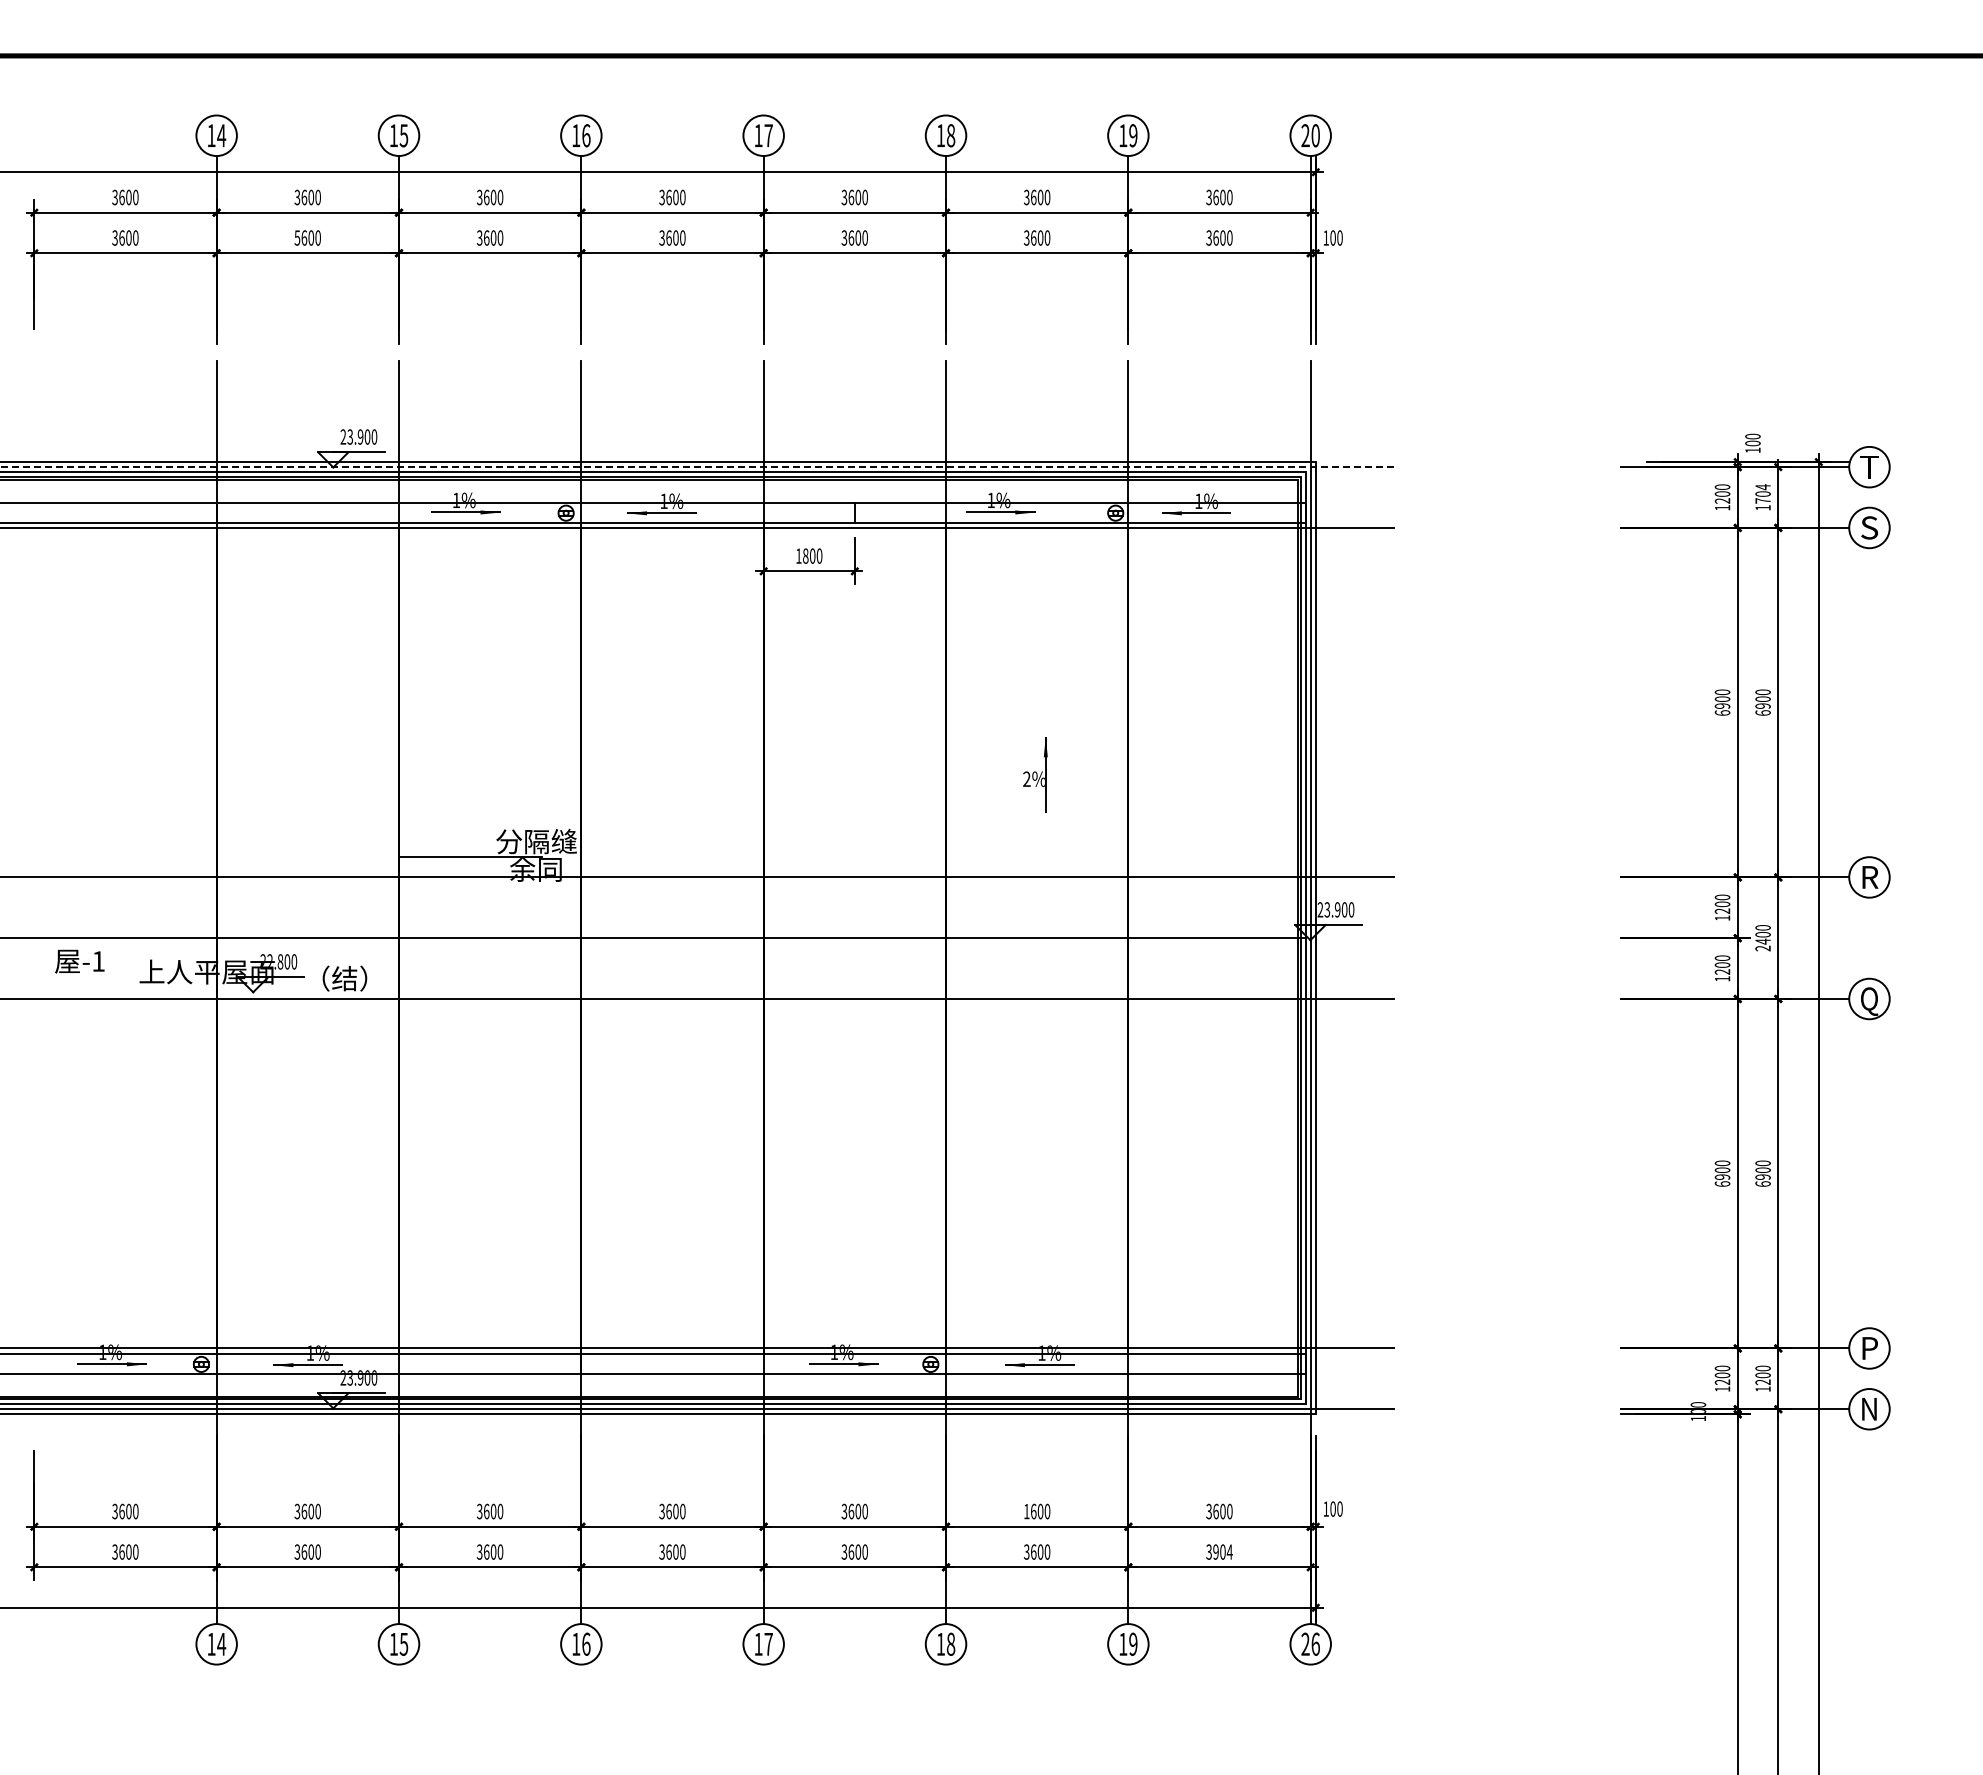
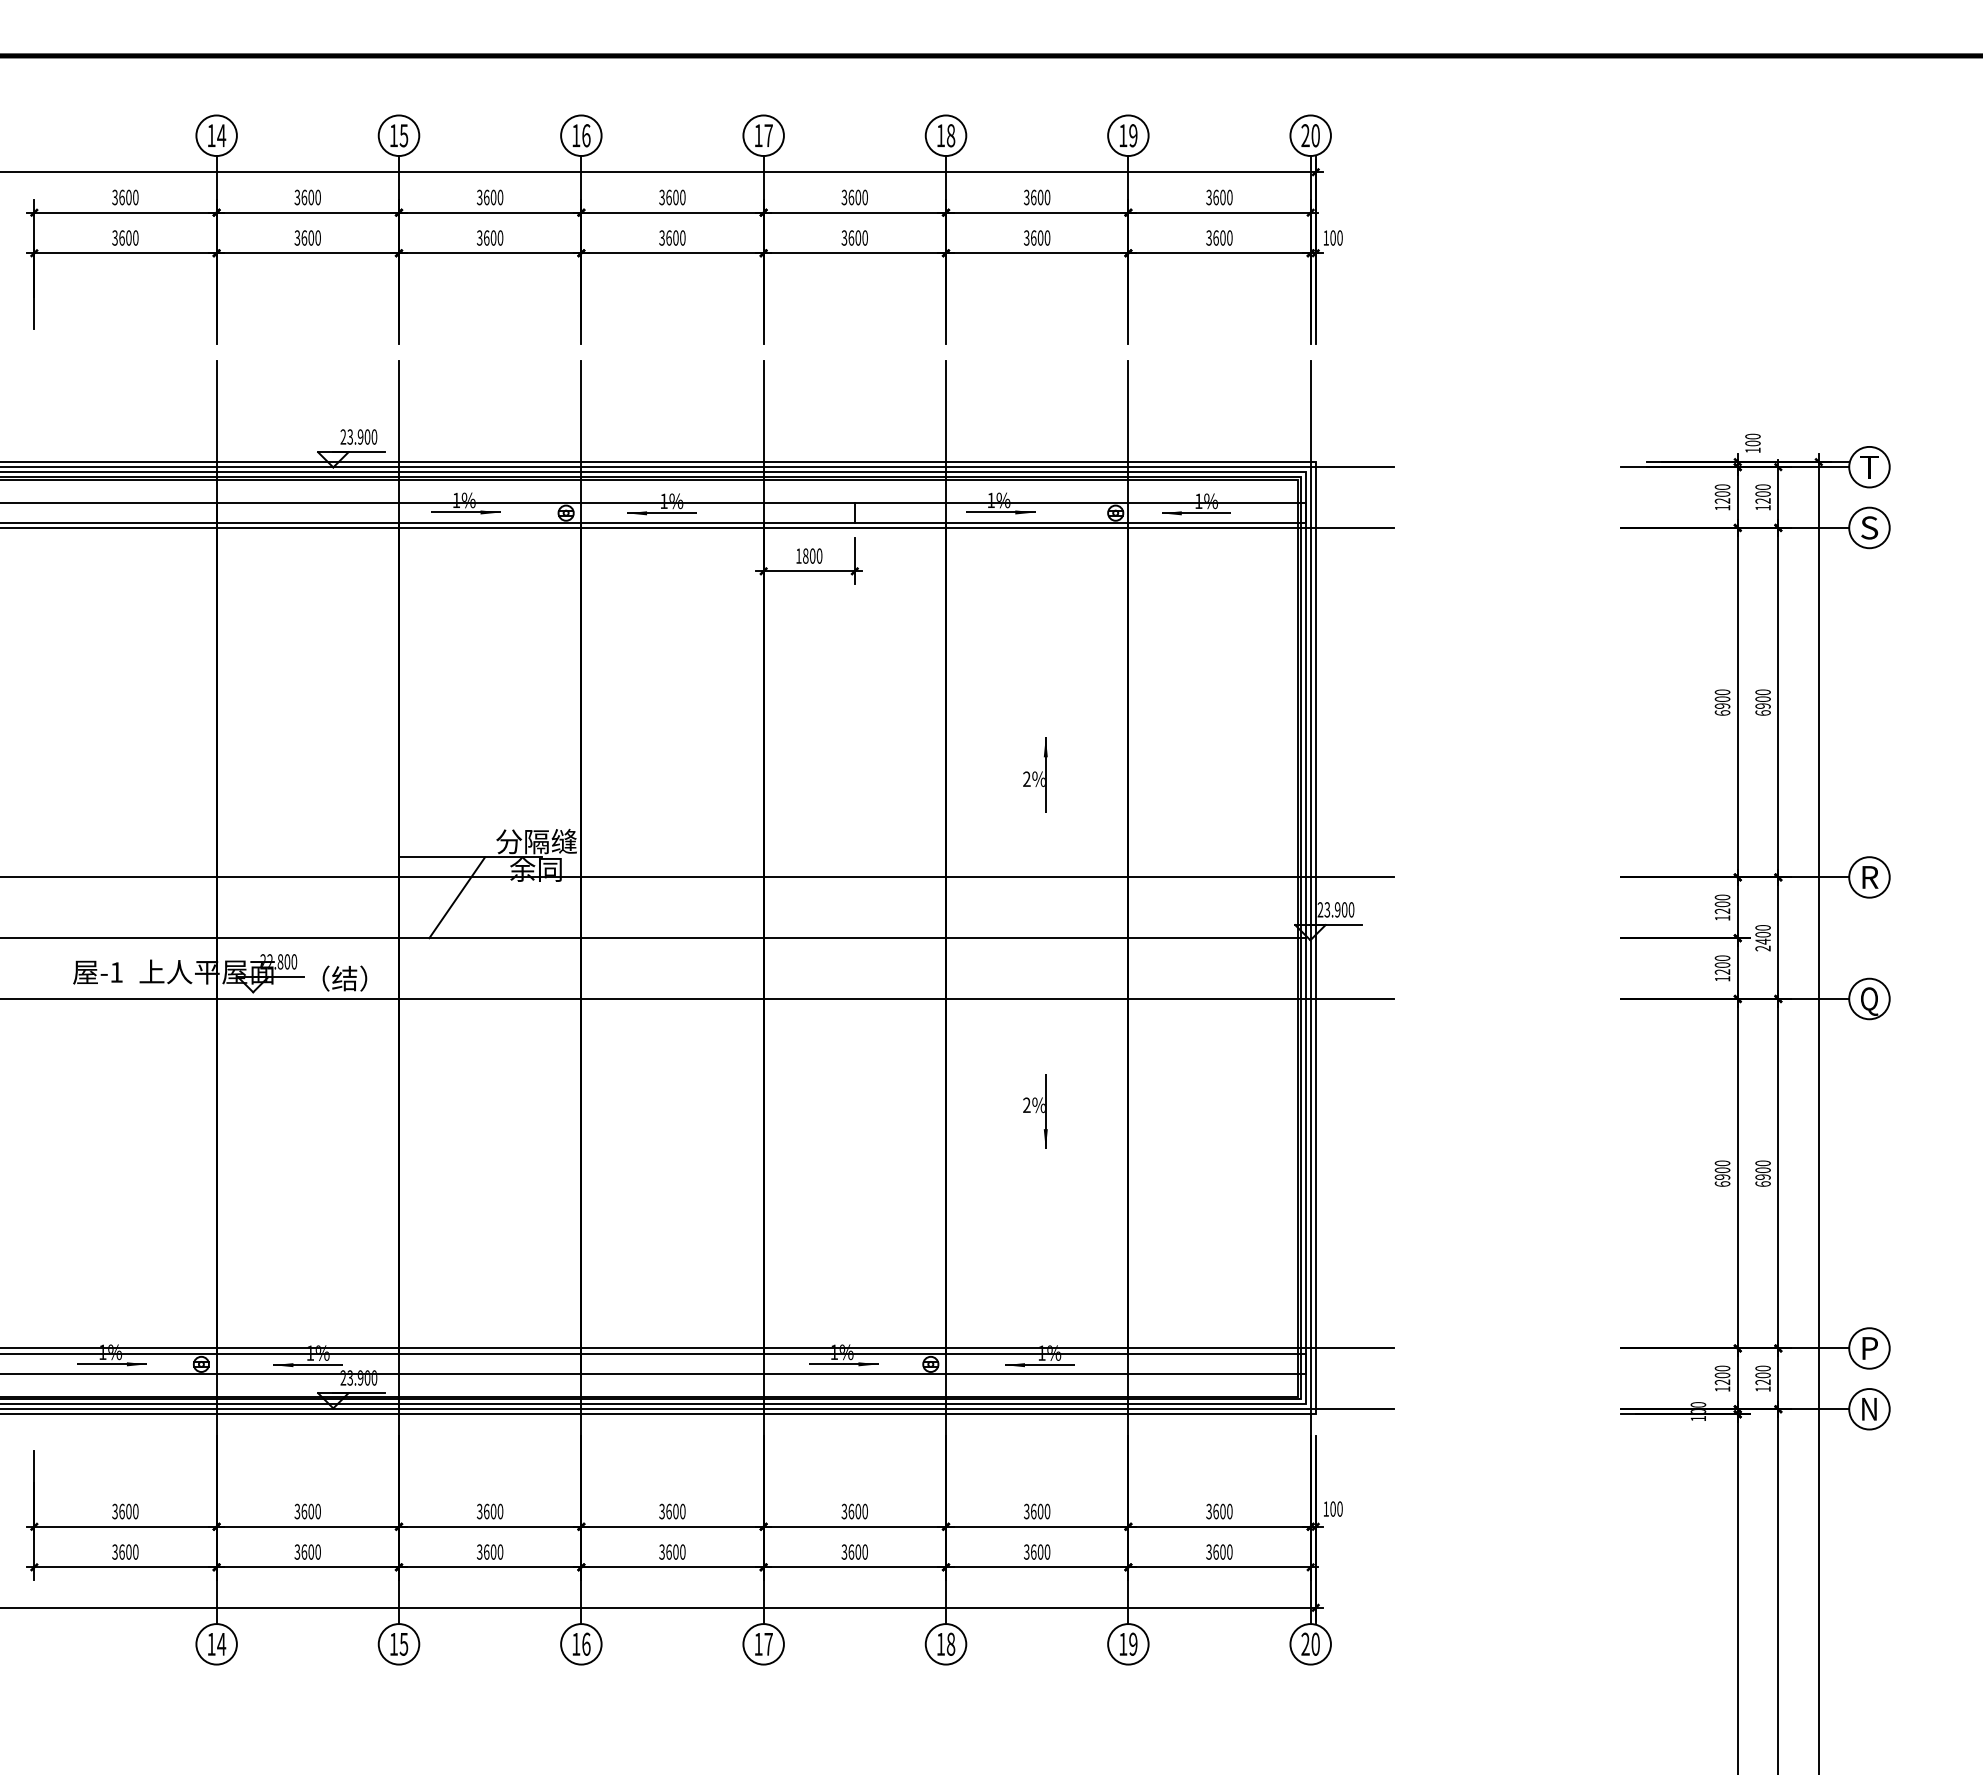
text at (297, 237): 5600 -> 3600
line at (697, 467): dashed -> solid
text at (1762, 493): 1704 -> 1200
line at (457, 897): none -> present
text at (79, 961) position: (79, 961) -> (97, 972)
part at (1035, 1111): none -> present
text at (1026, 1511): 1600 -> 3600
text at (1222, 1551): 3904 -> 3600
text at (1315, 1643): 26 -> 20
